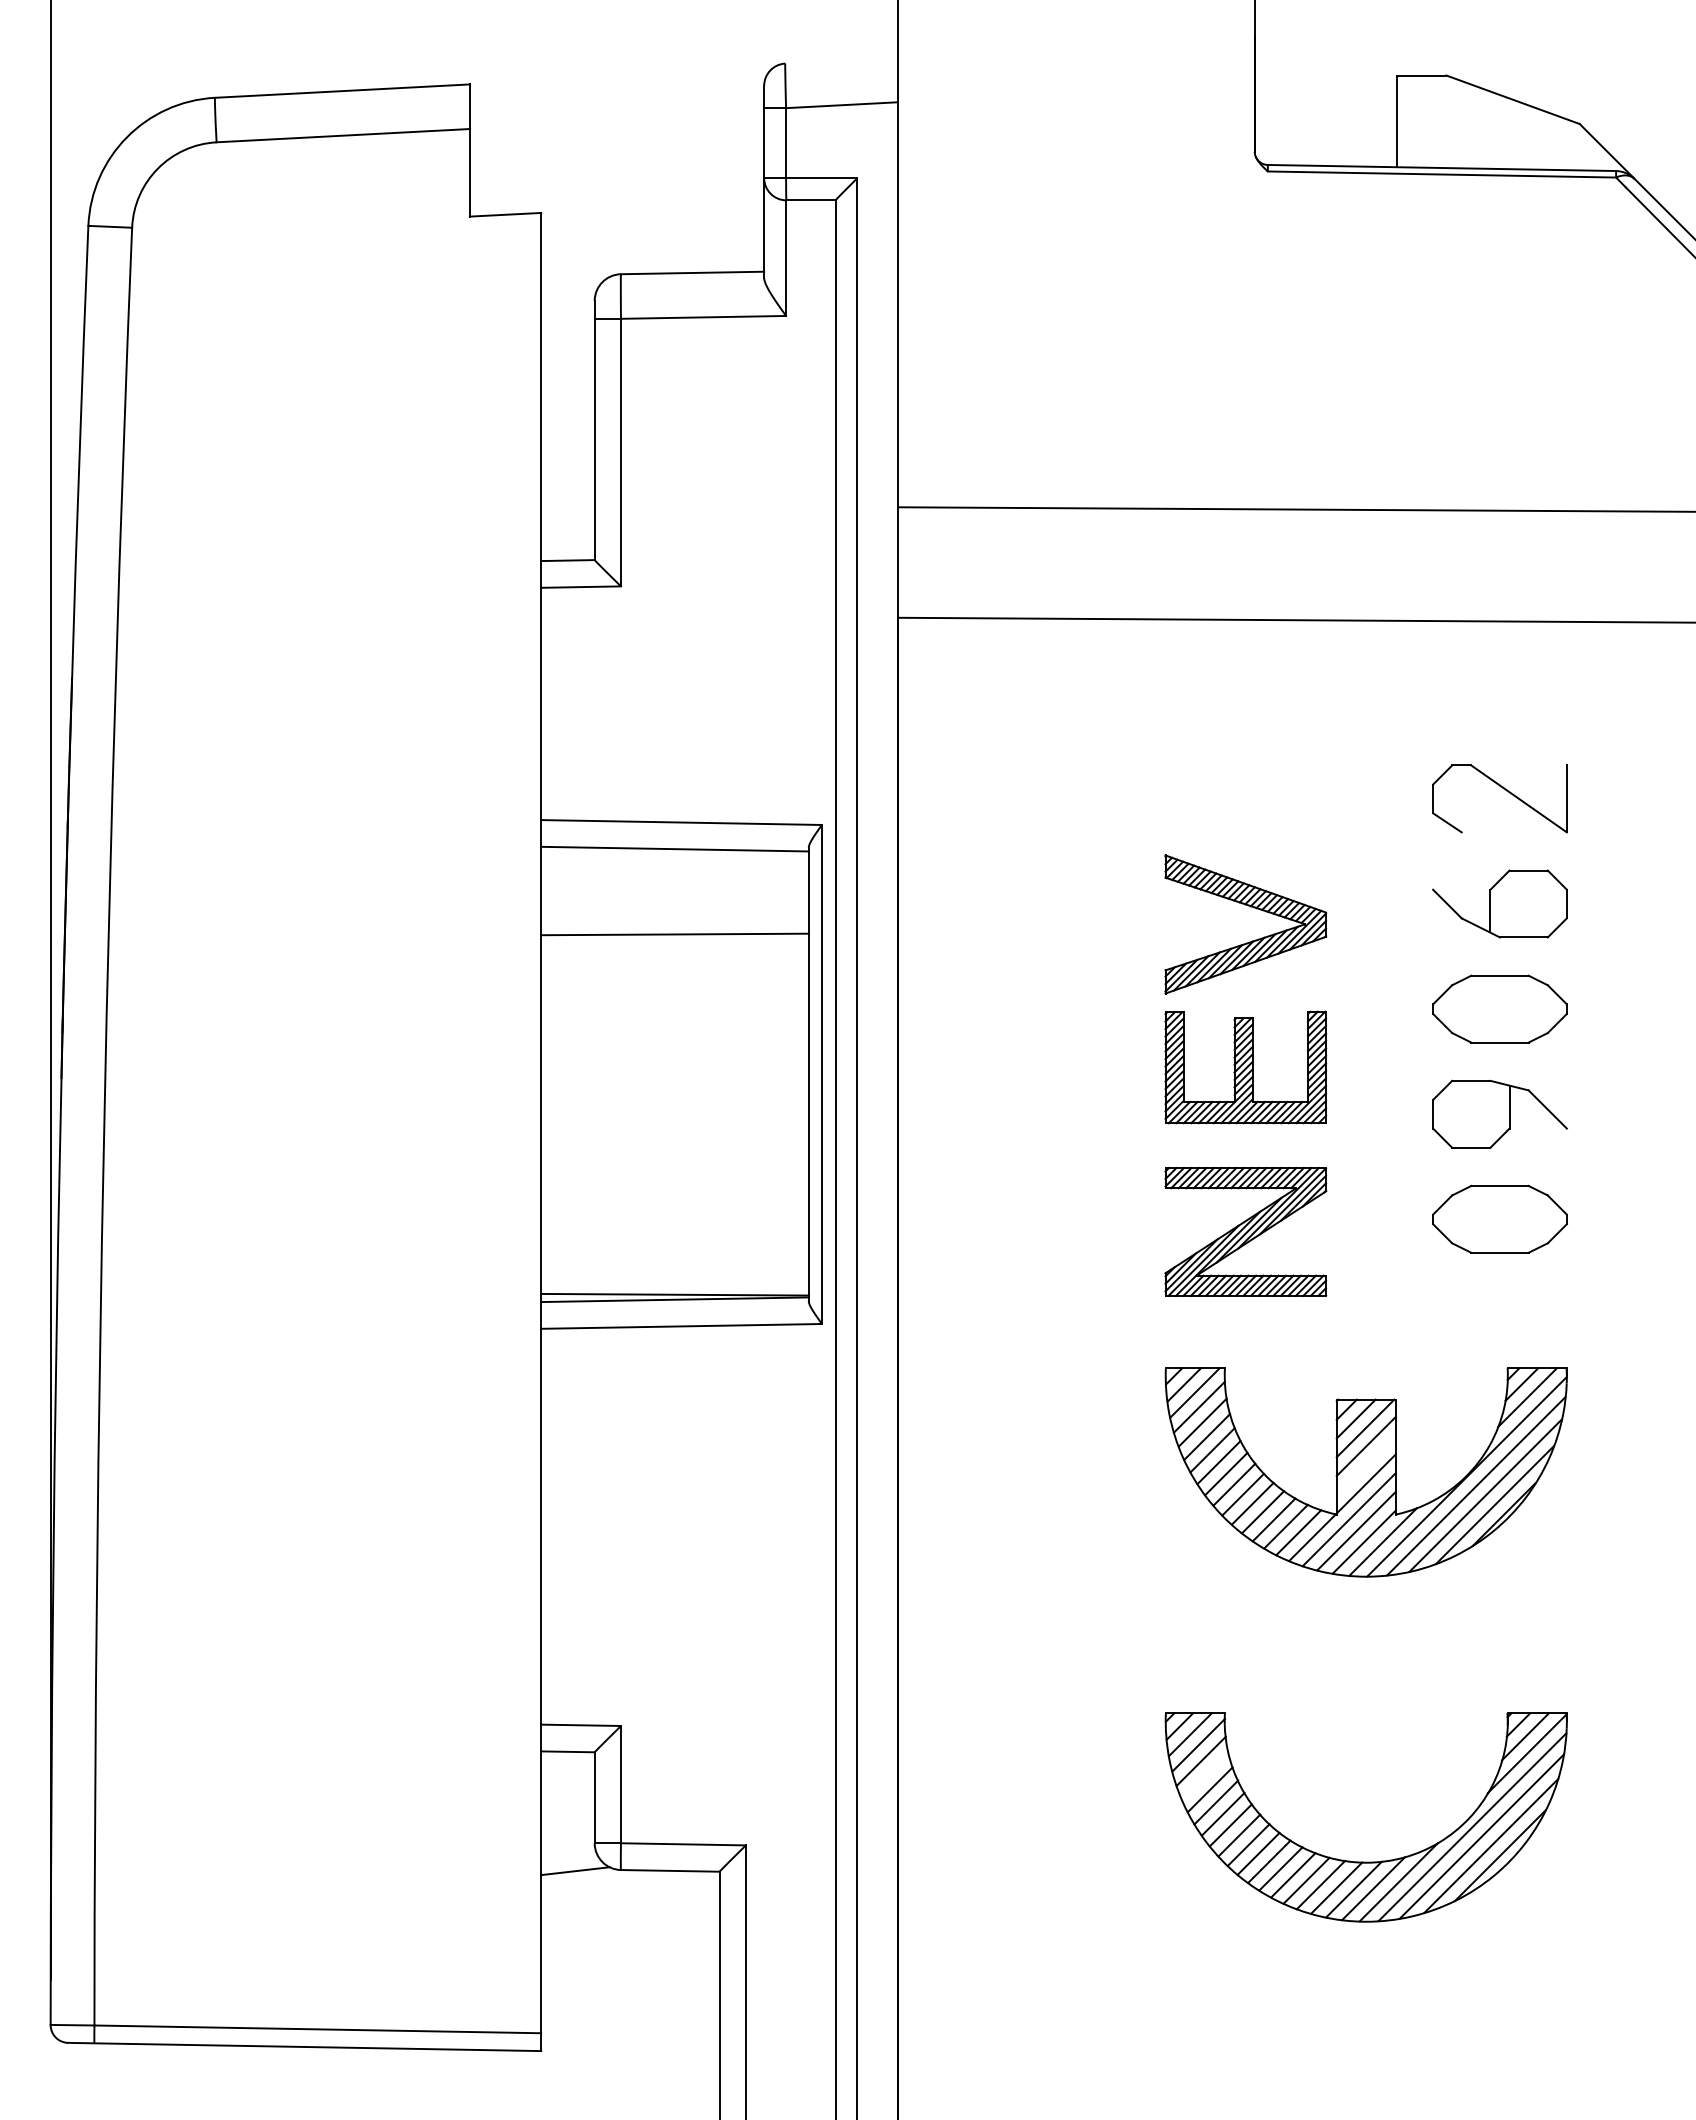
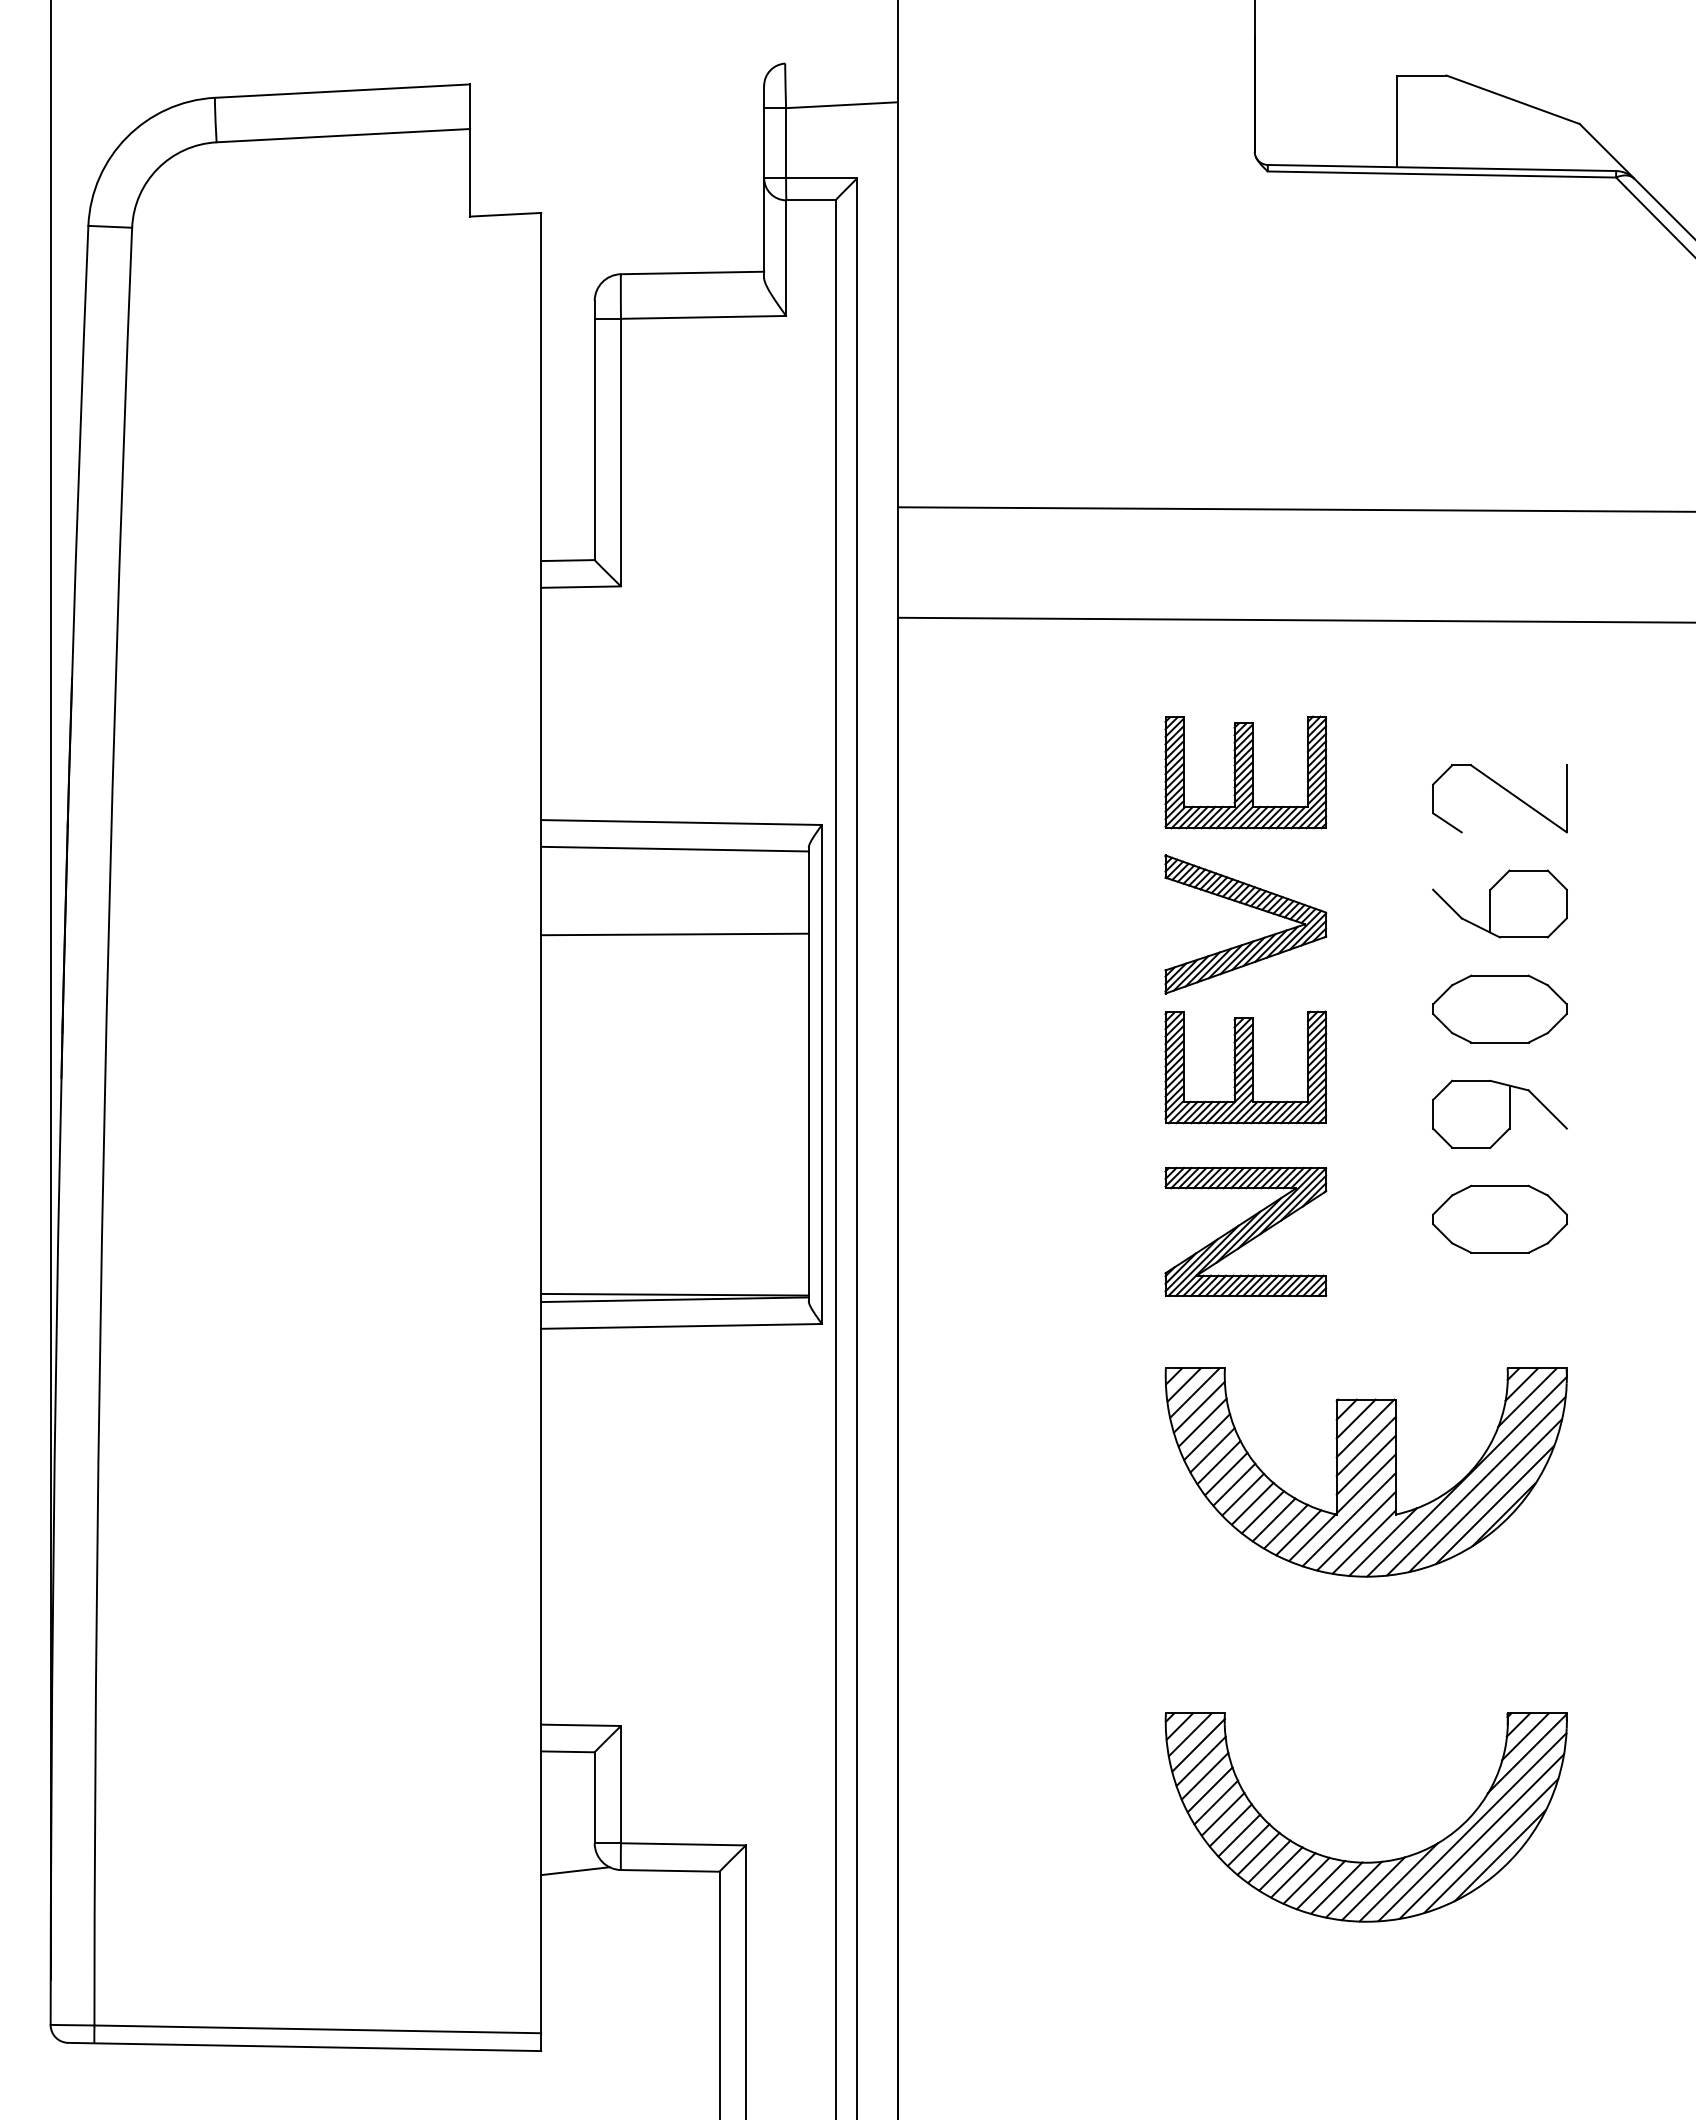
part at (1245, 772): none -> present
line at (1365, 1464): none -> present
line at (1204, 1775): none -> present
